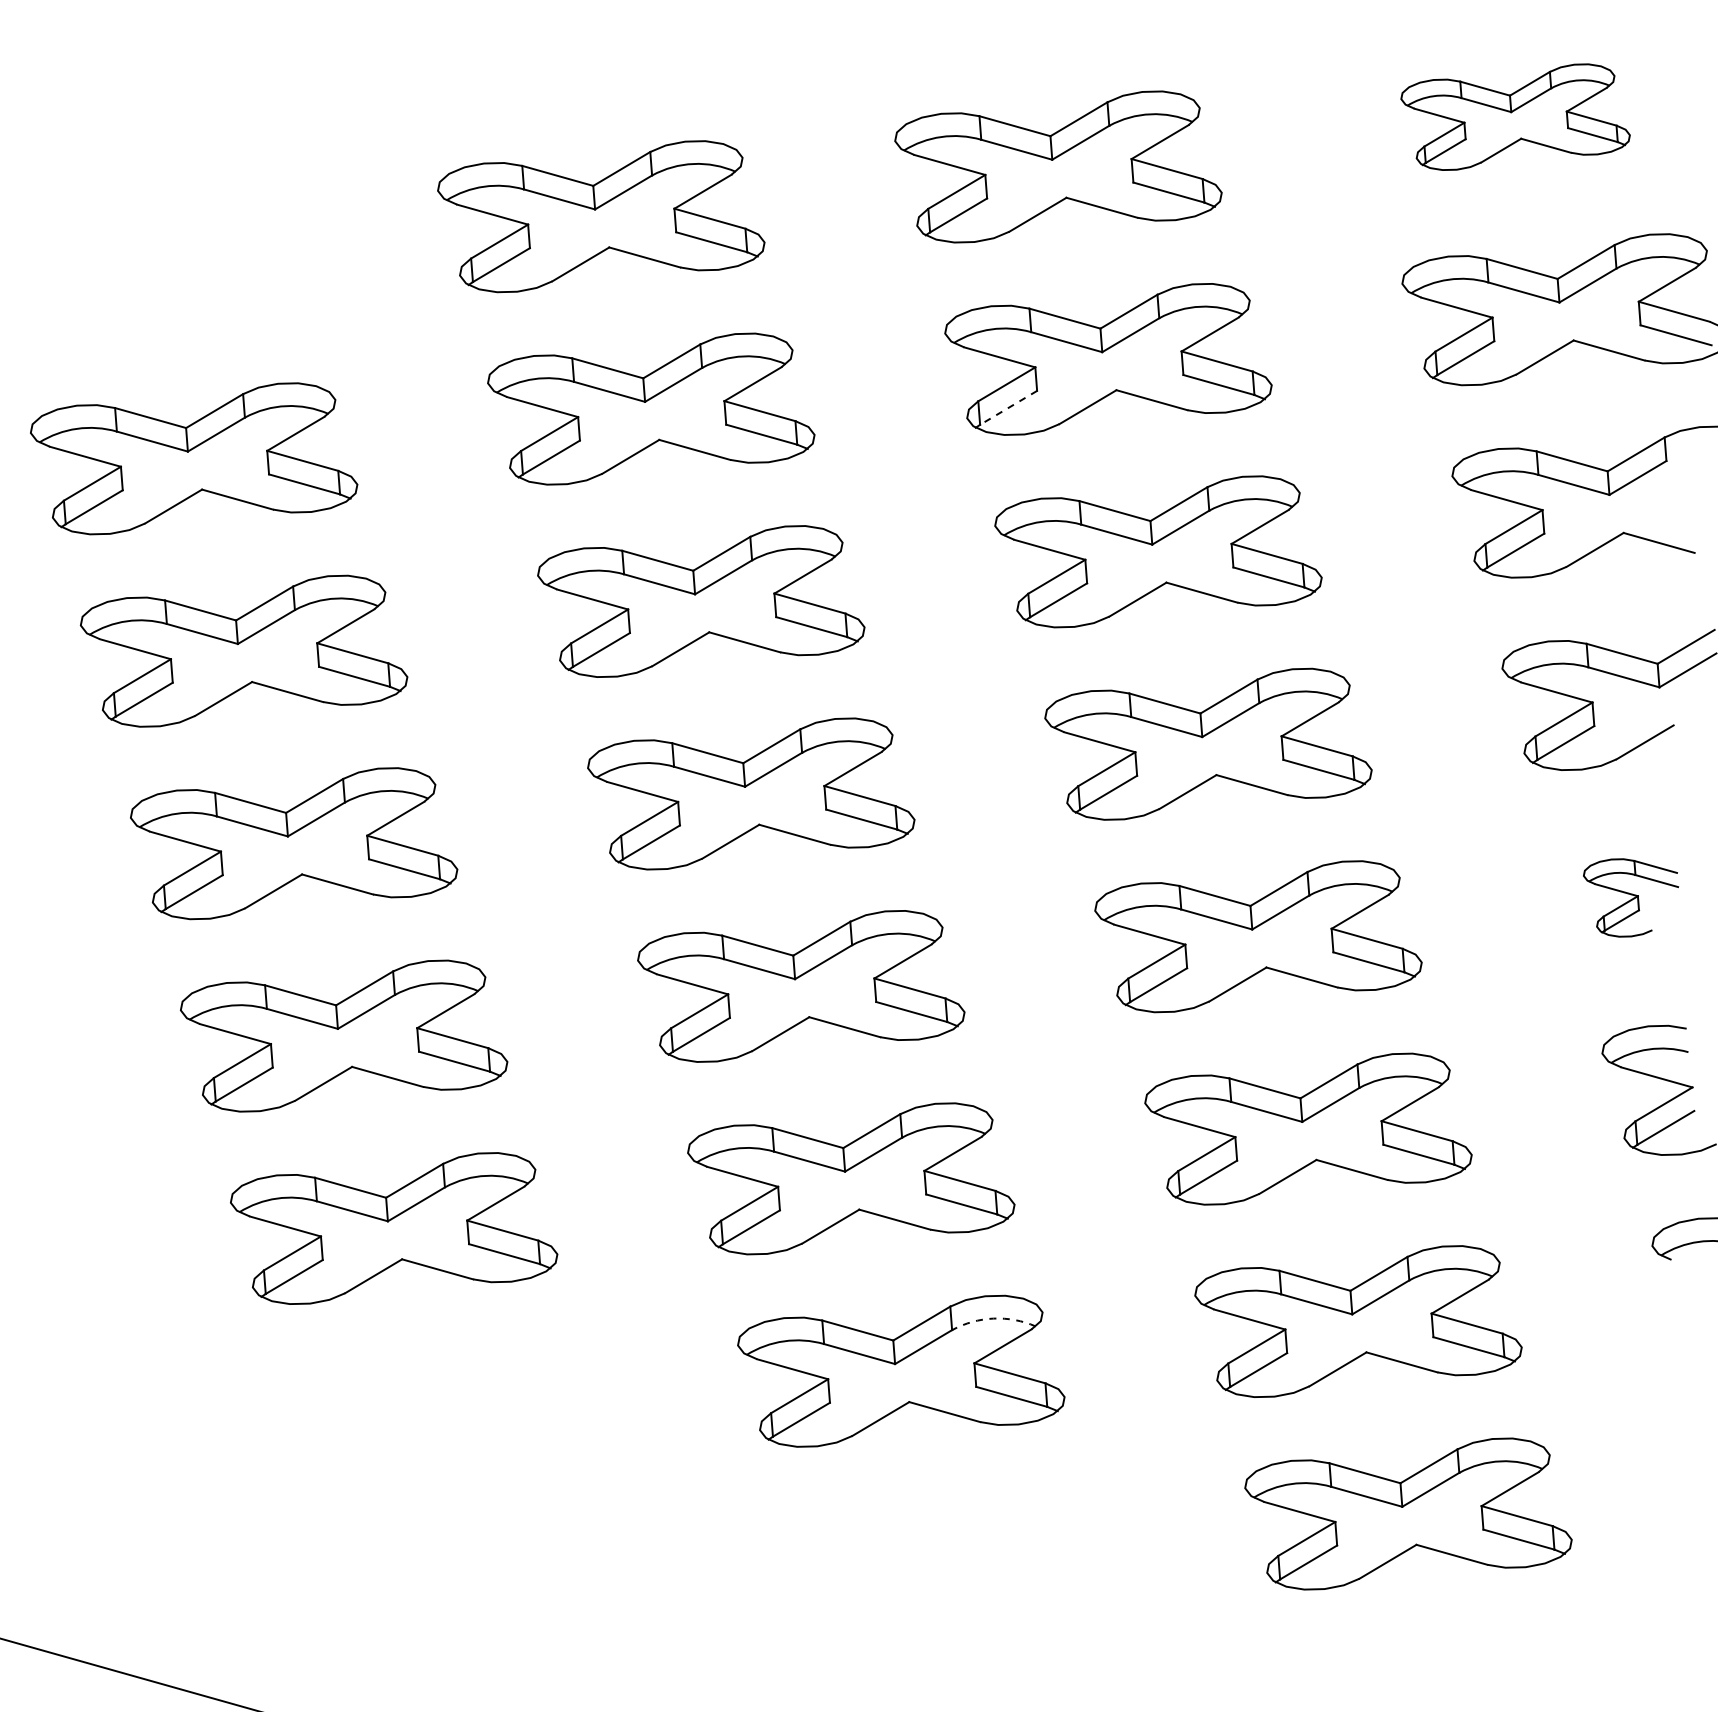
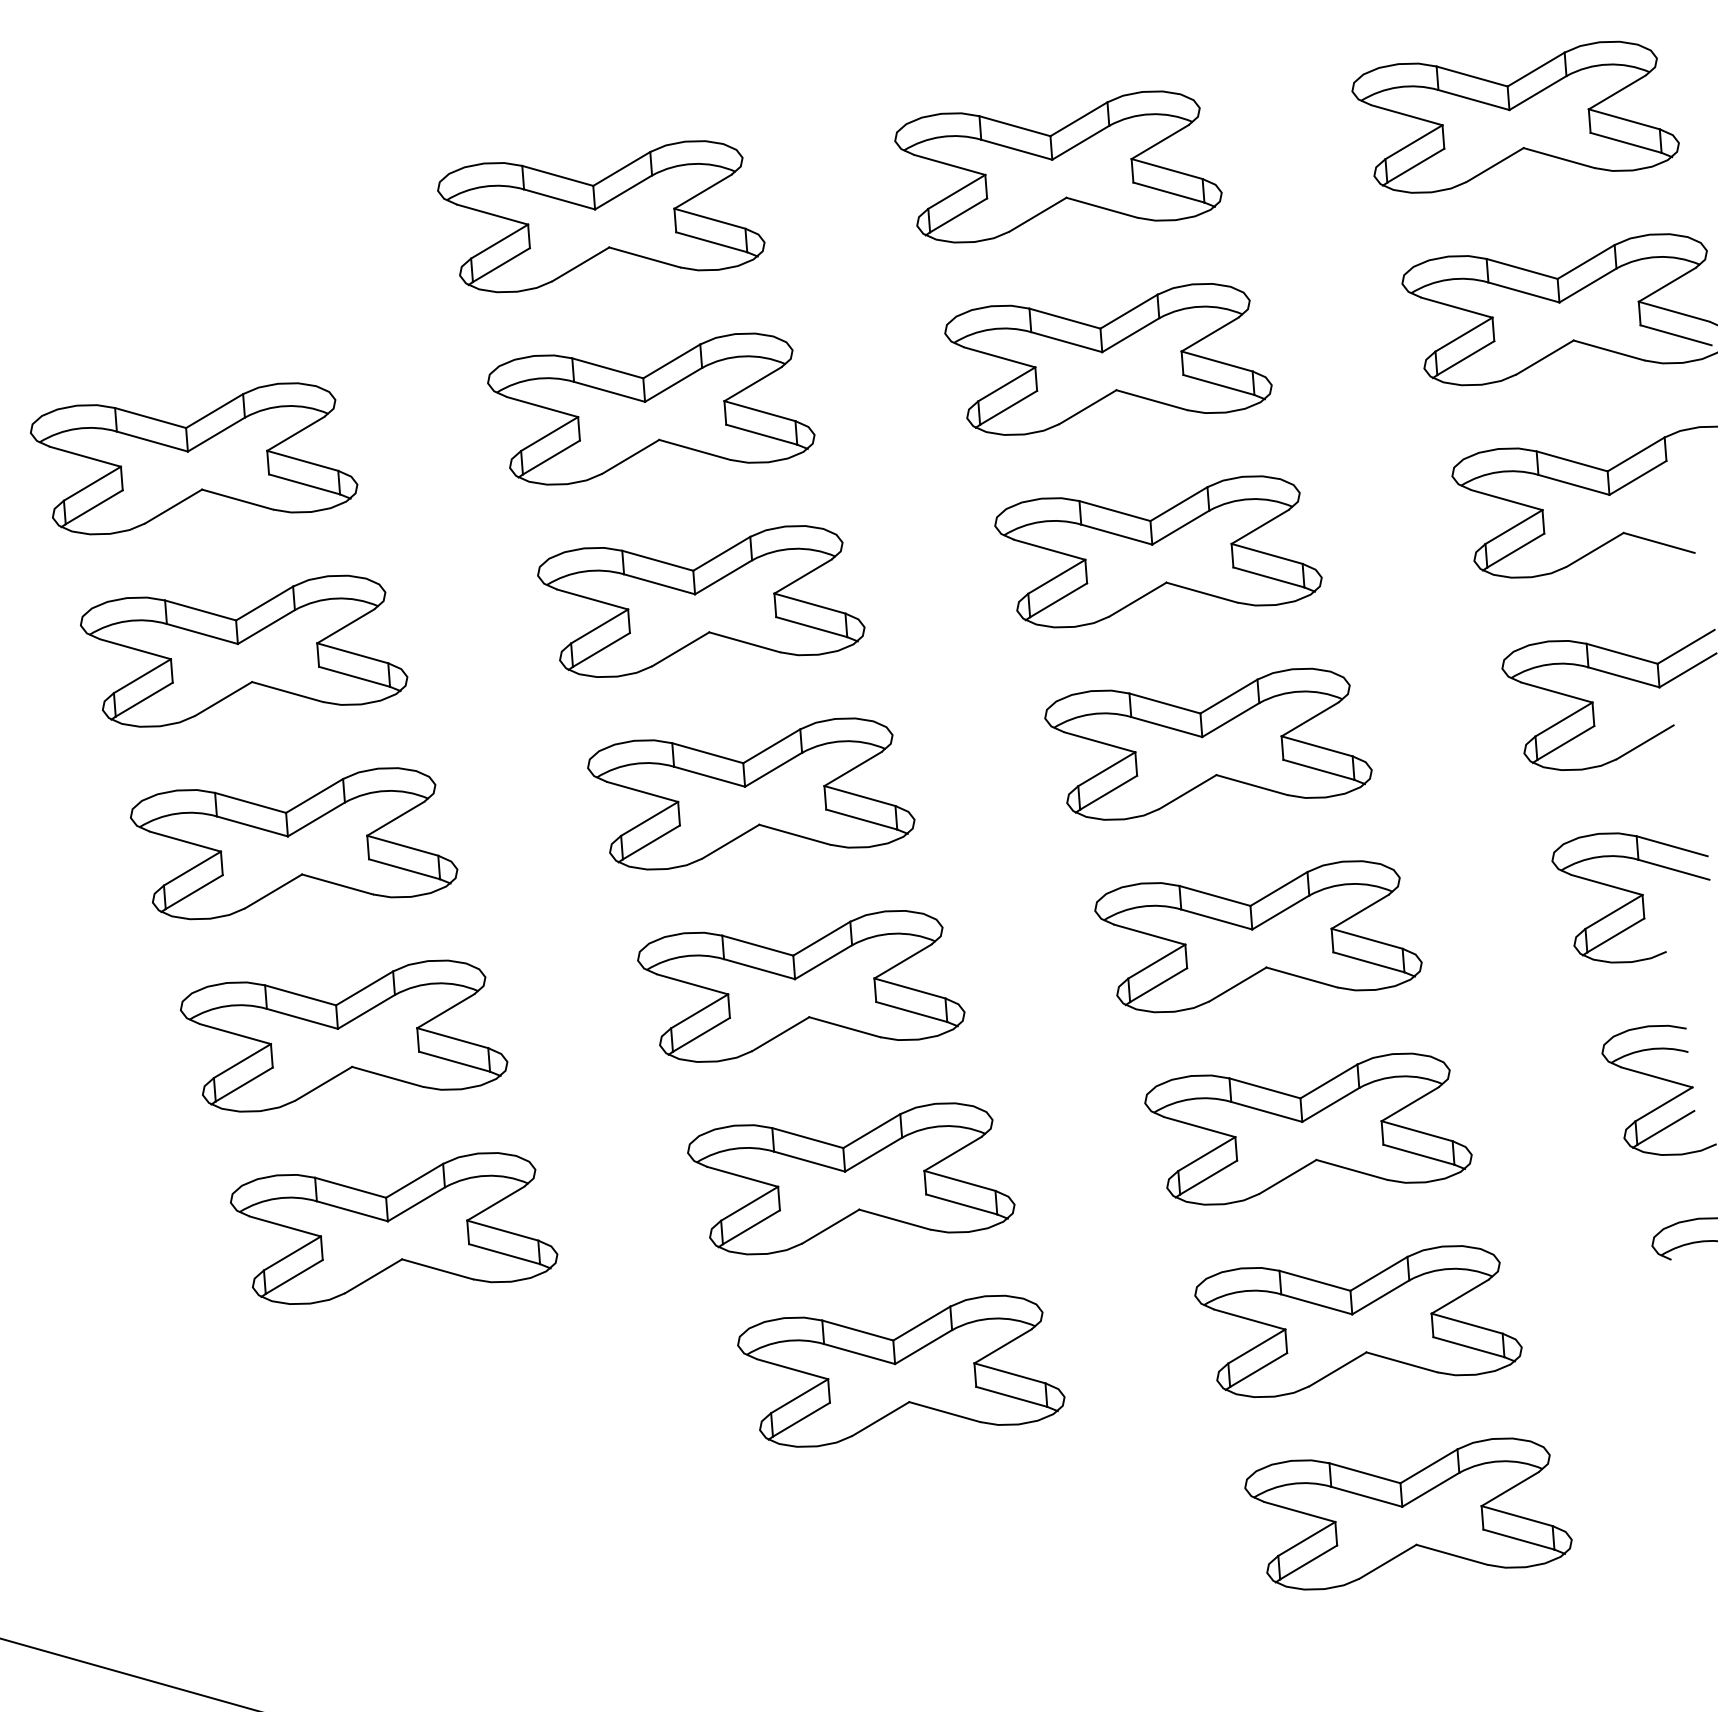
part at (1515, 116) size: 231x108 px -> 329x154 px
line at (1008, 408): dashed -> solid
part at (1631, 897) size: 97x80 px -> 160x132 px
arc at (993, 1318): dashed -> solid
